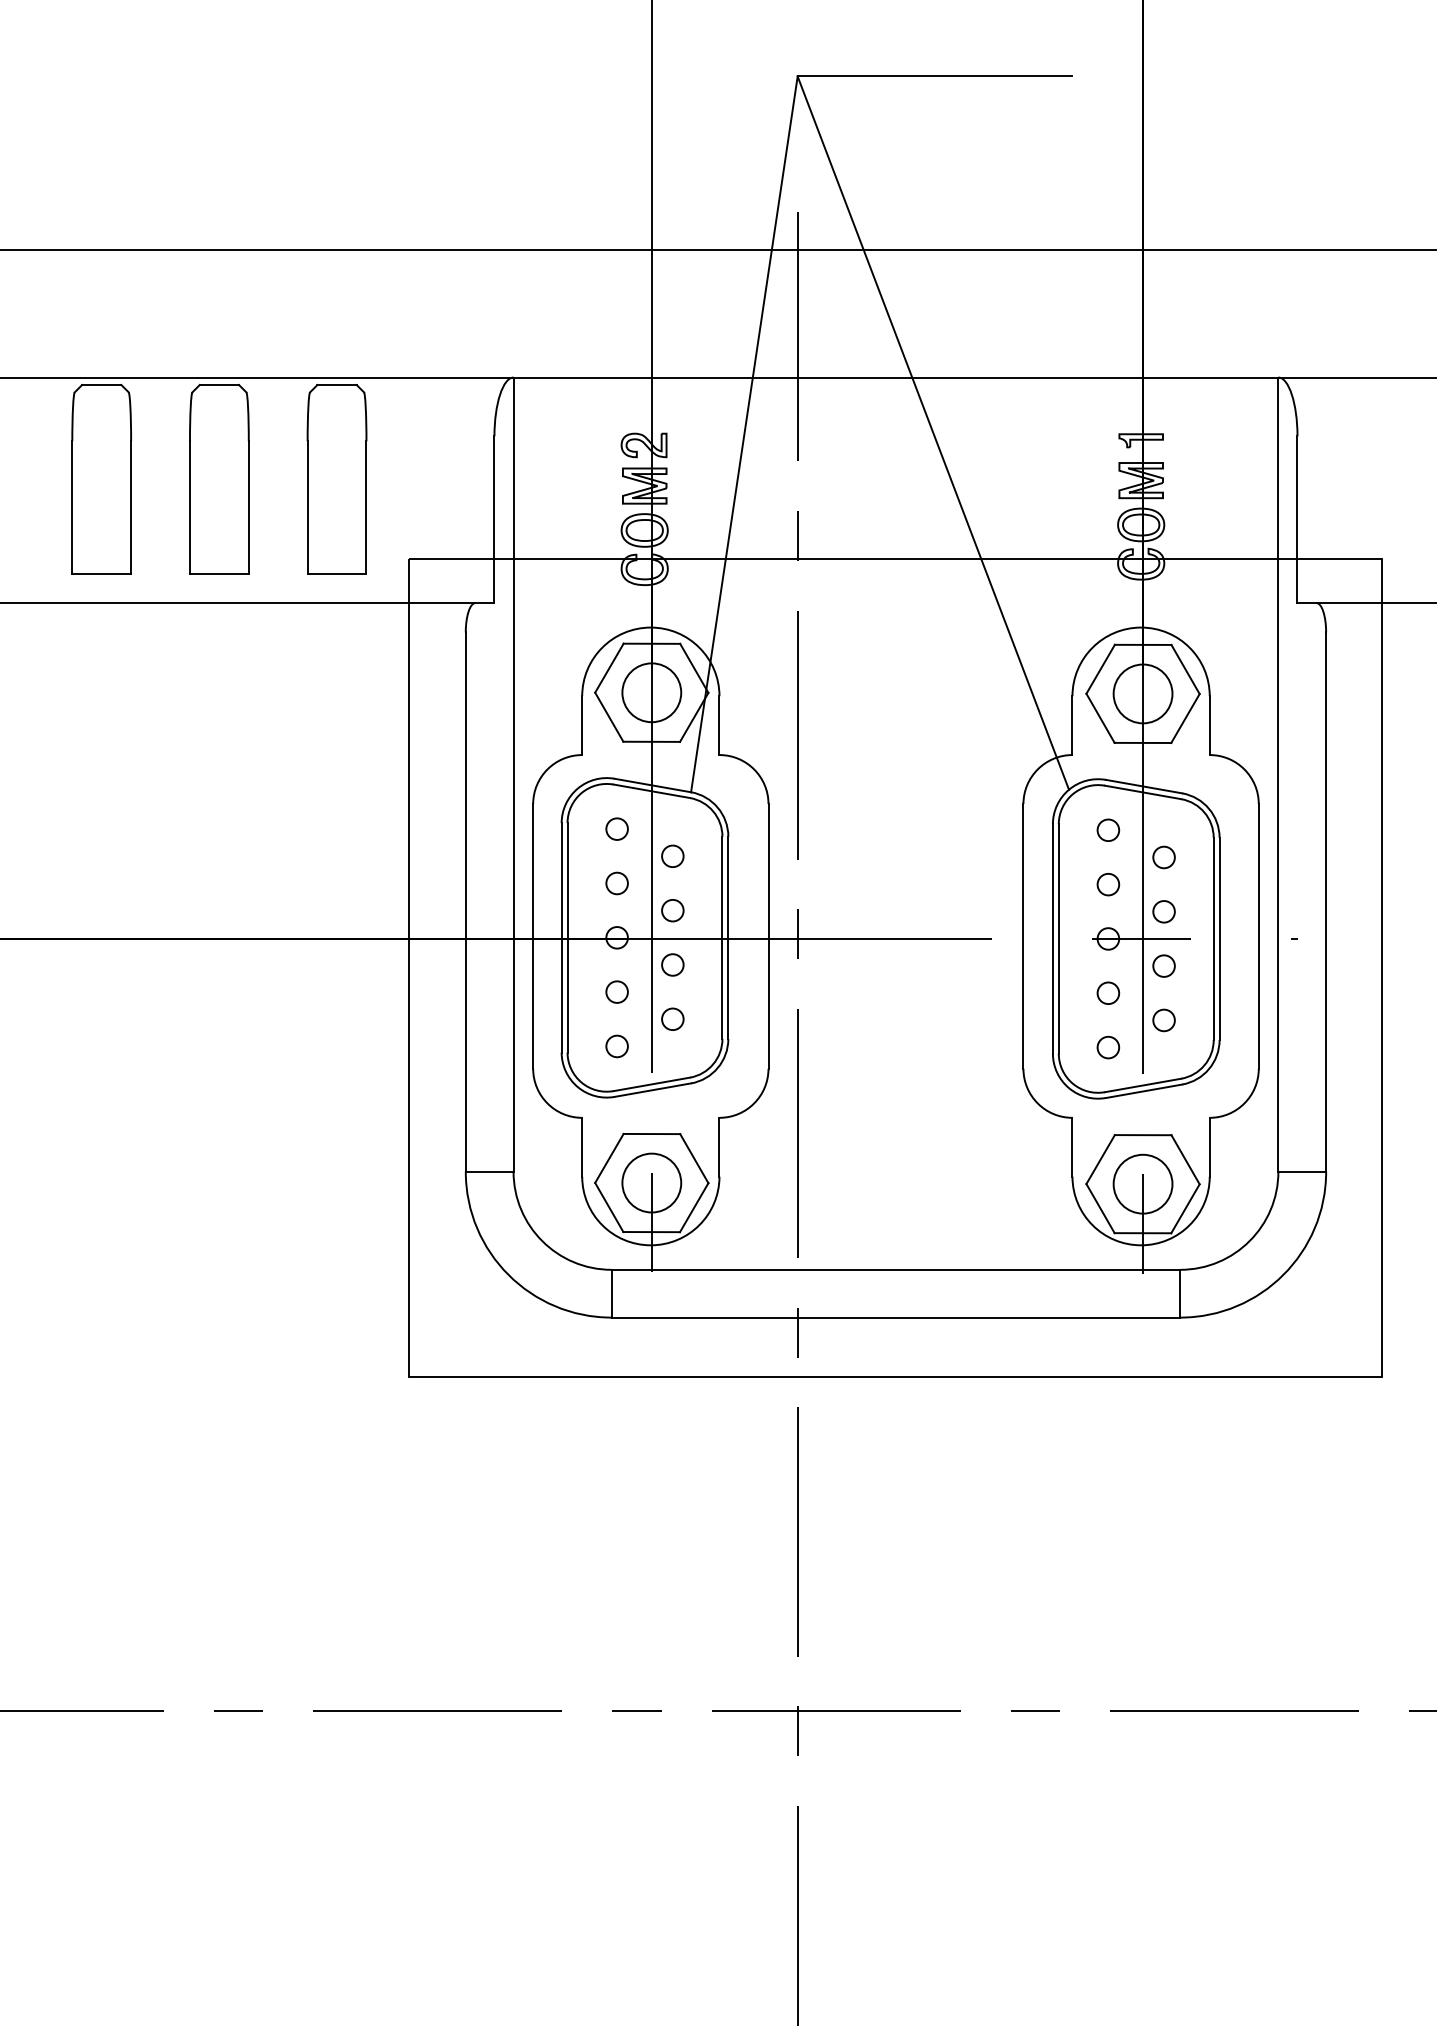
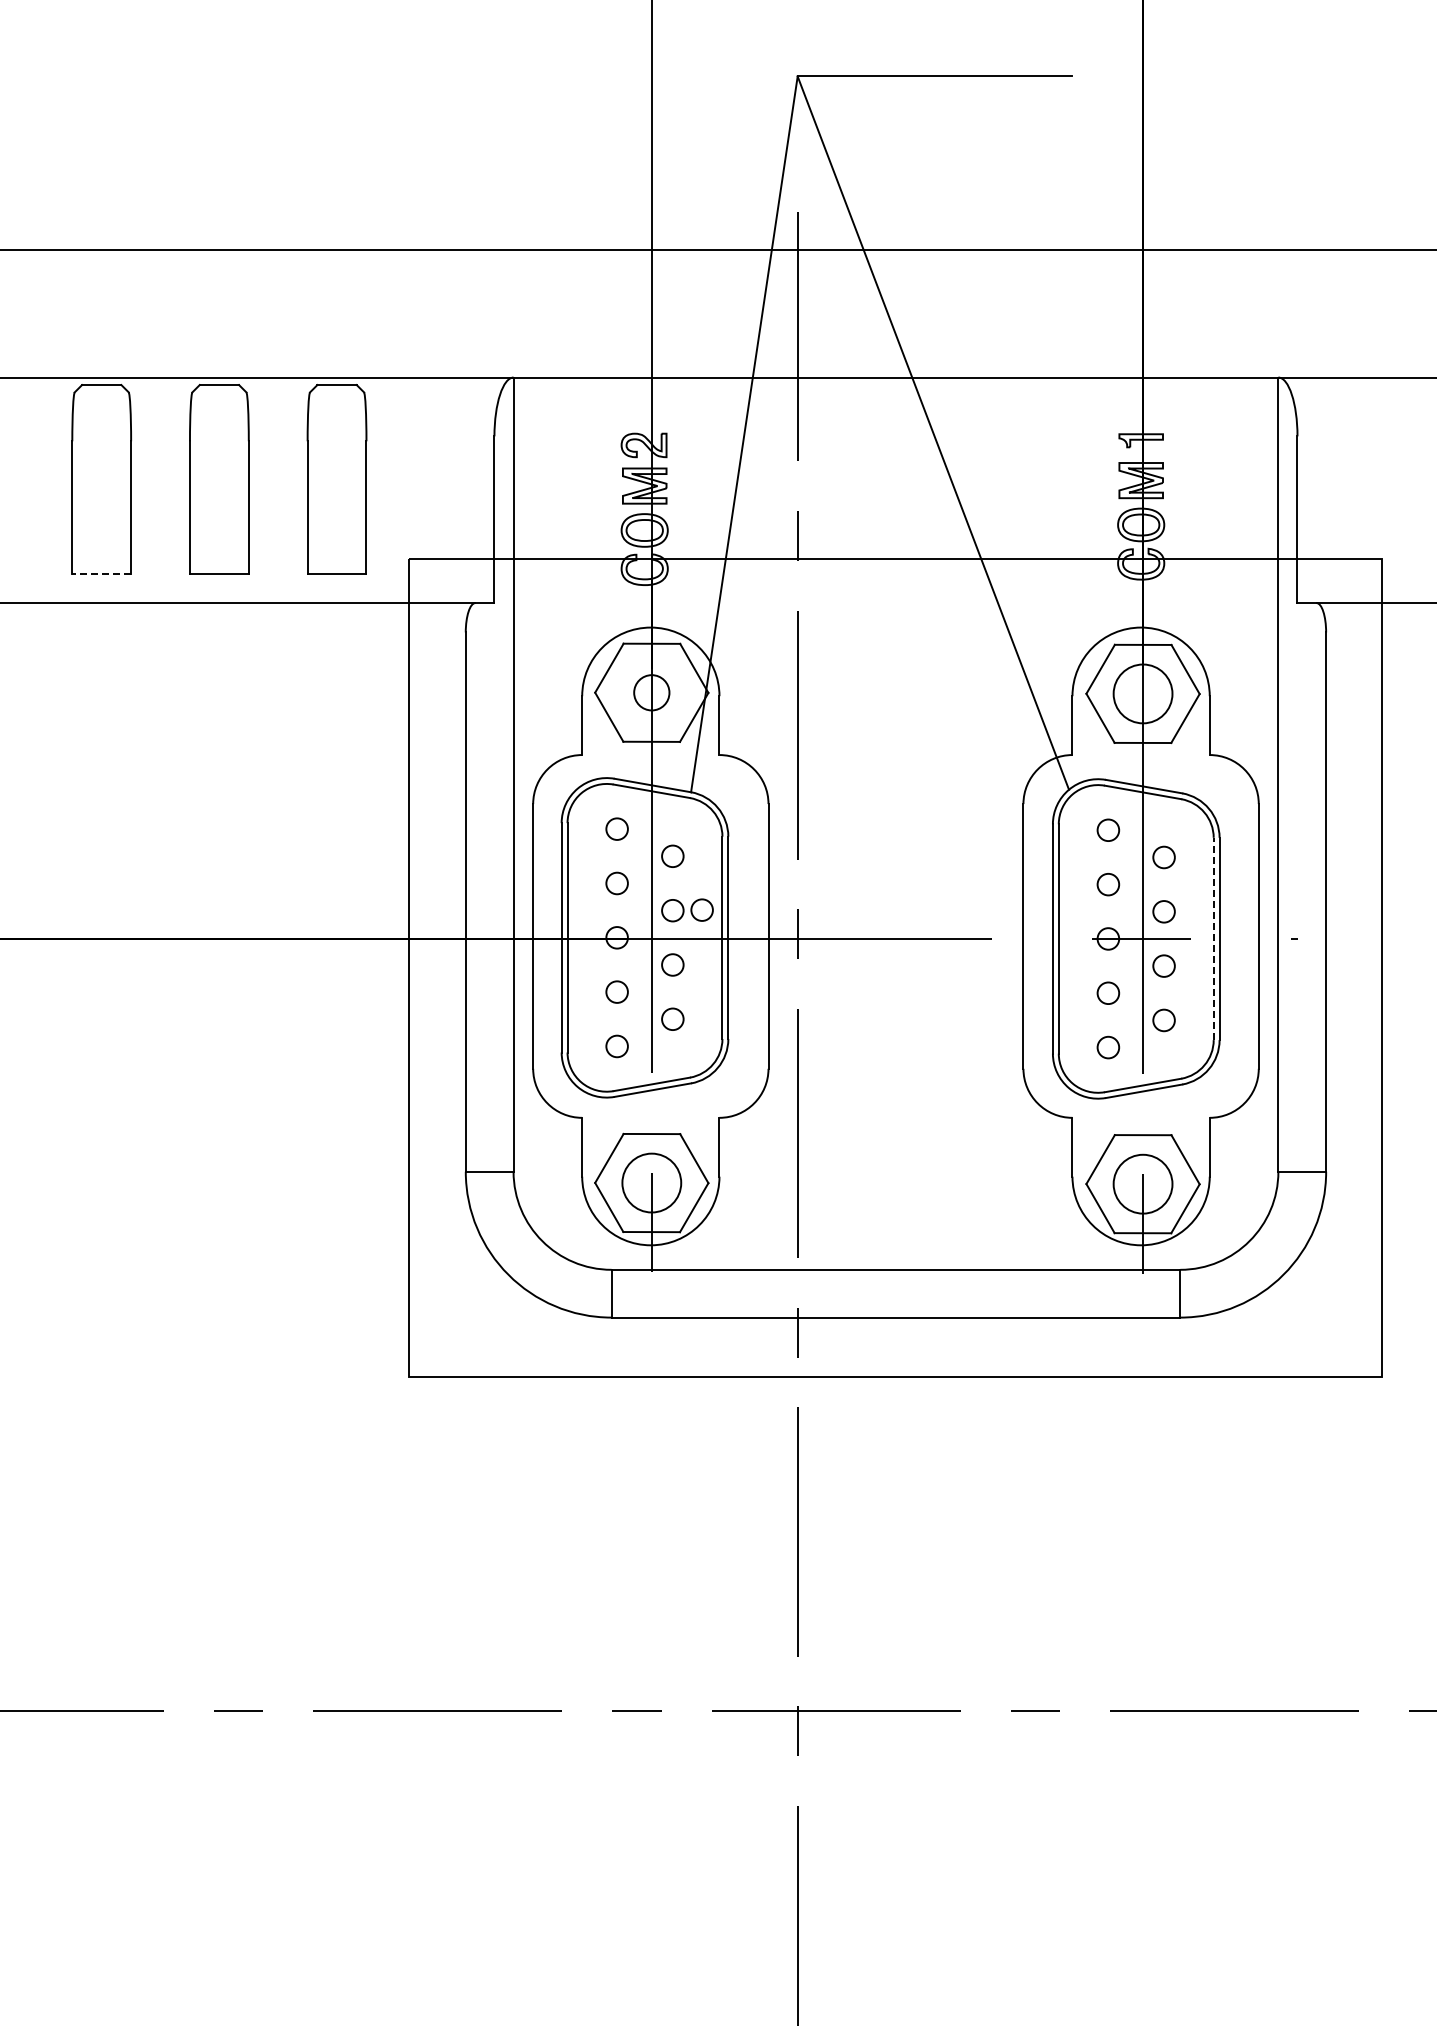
line at (101, 573): solid -> dashed
circle at (651, 692) diameter: 59 px -> 35 px
circle at (701, 909): none -> present
line at (1213, 938): solid -> dashed
